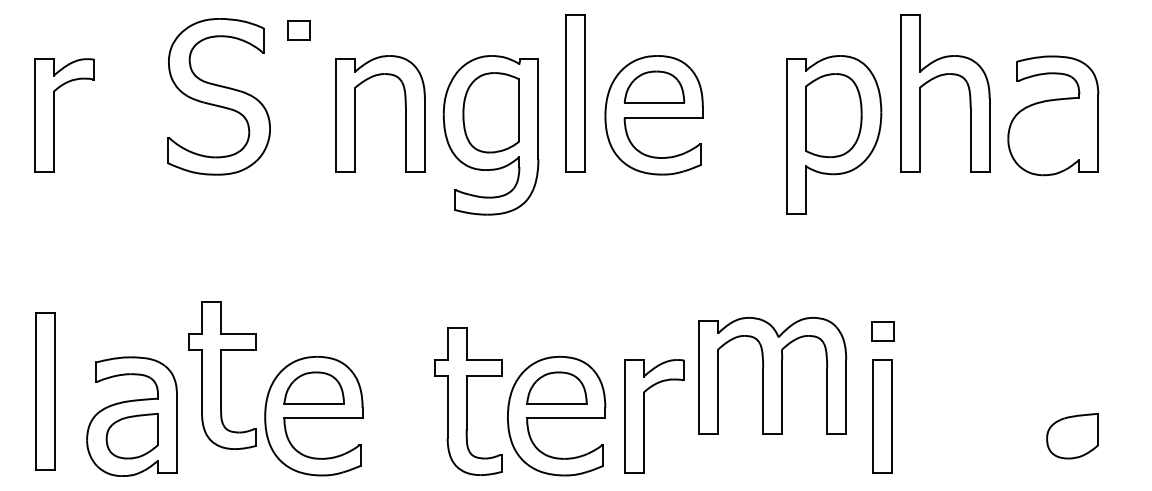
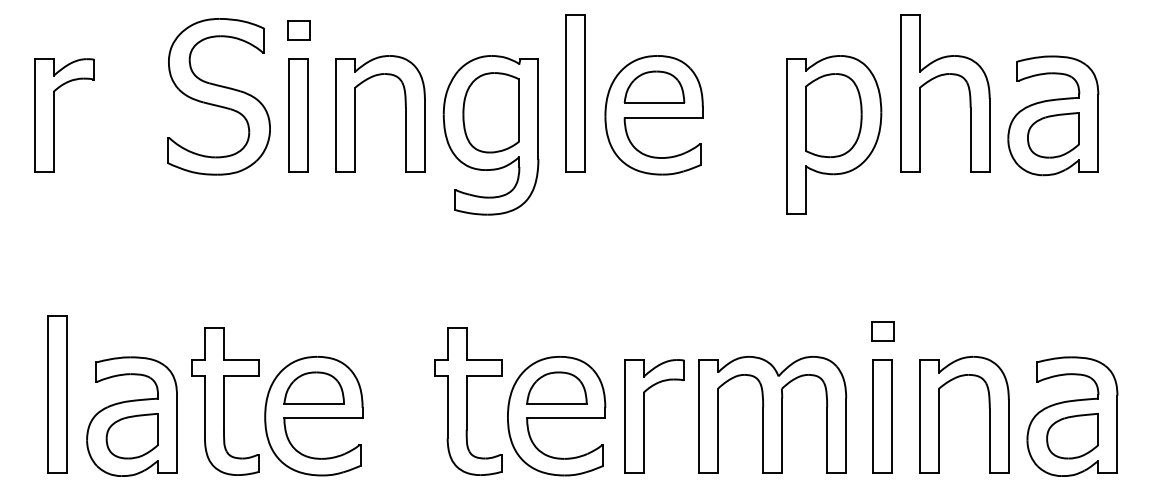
part at (298, 115): none -> present
part at (1053, 135): none -> present
part at (222, 375) position: (222, 375) -> (225, 401)
part at (772, 375) position: (772, 375) -> (772, 414)
part at (45, 391) position: (45, 391) -> (57, 394)
part at (988, 407): none -> present
part at (1072, 416): none -> present
